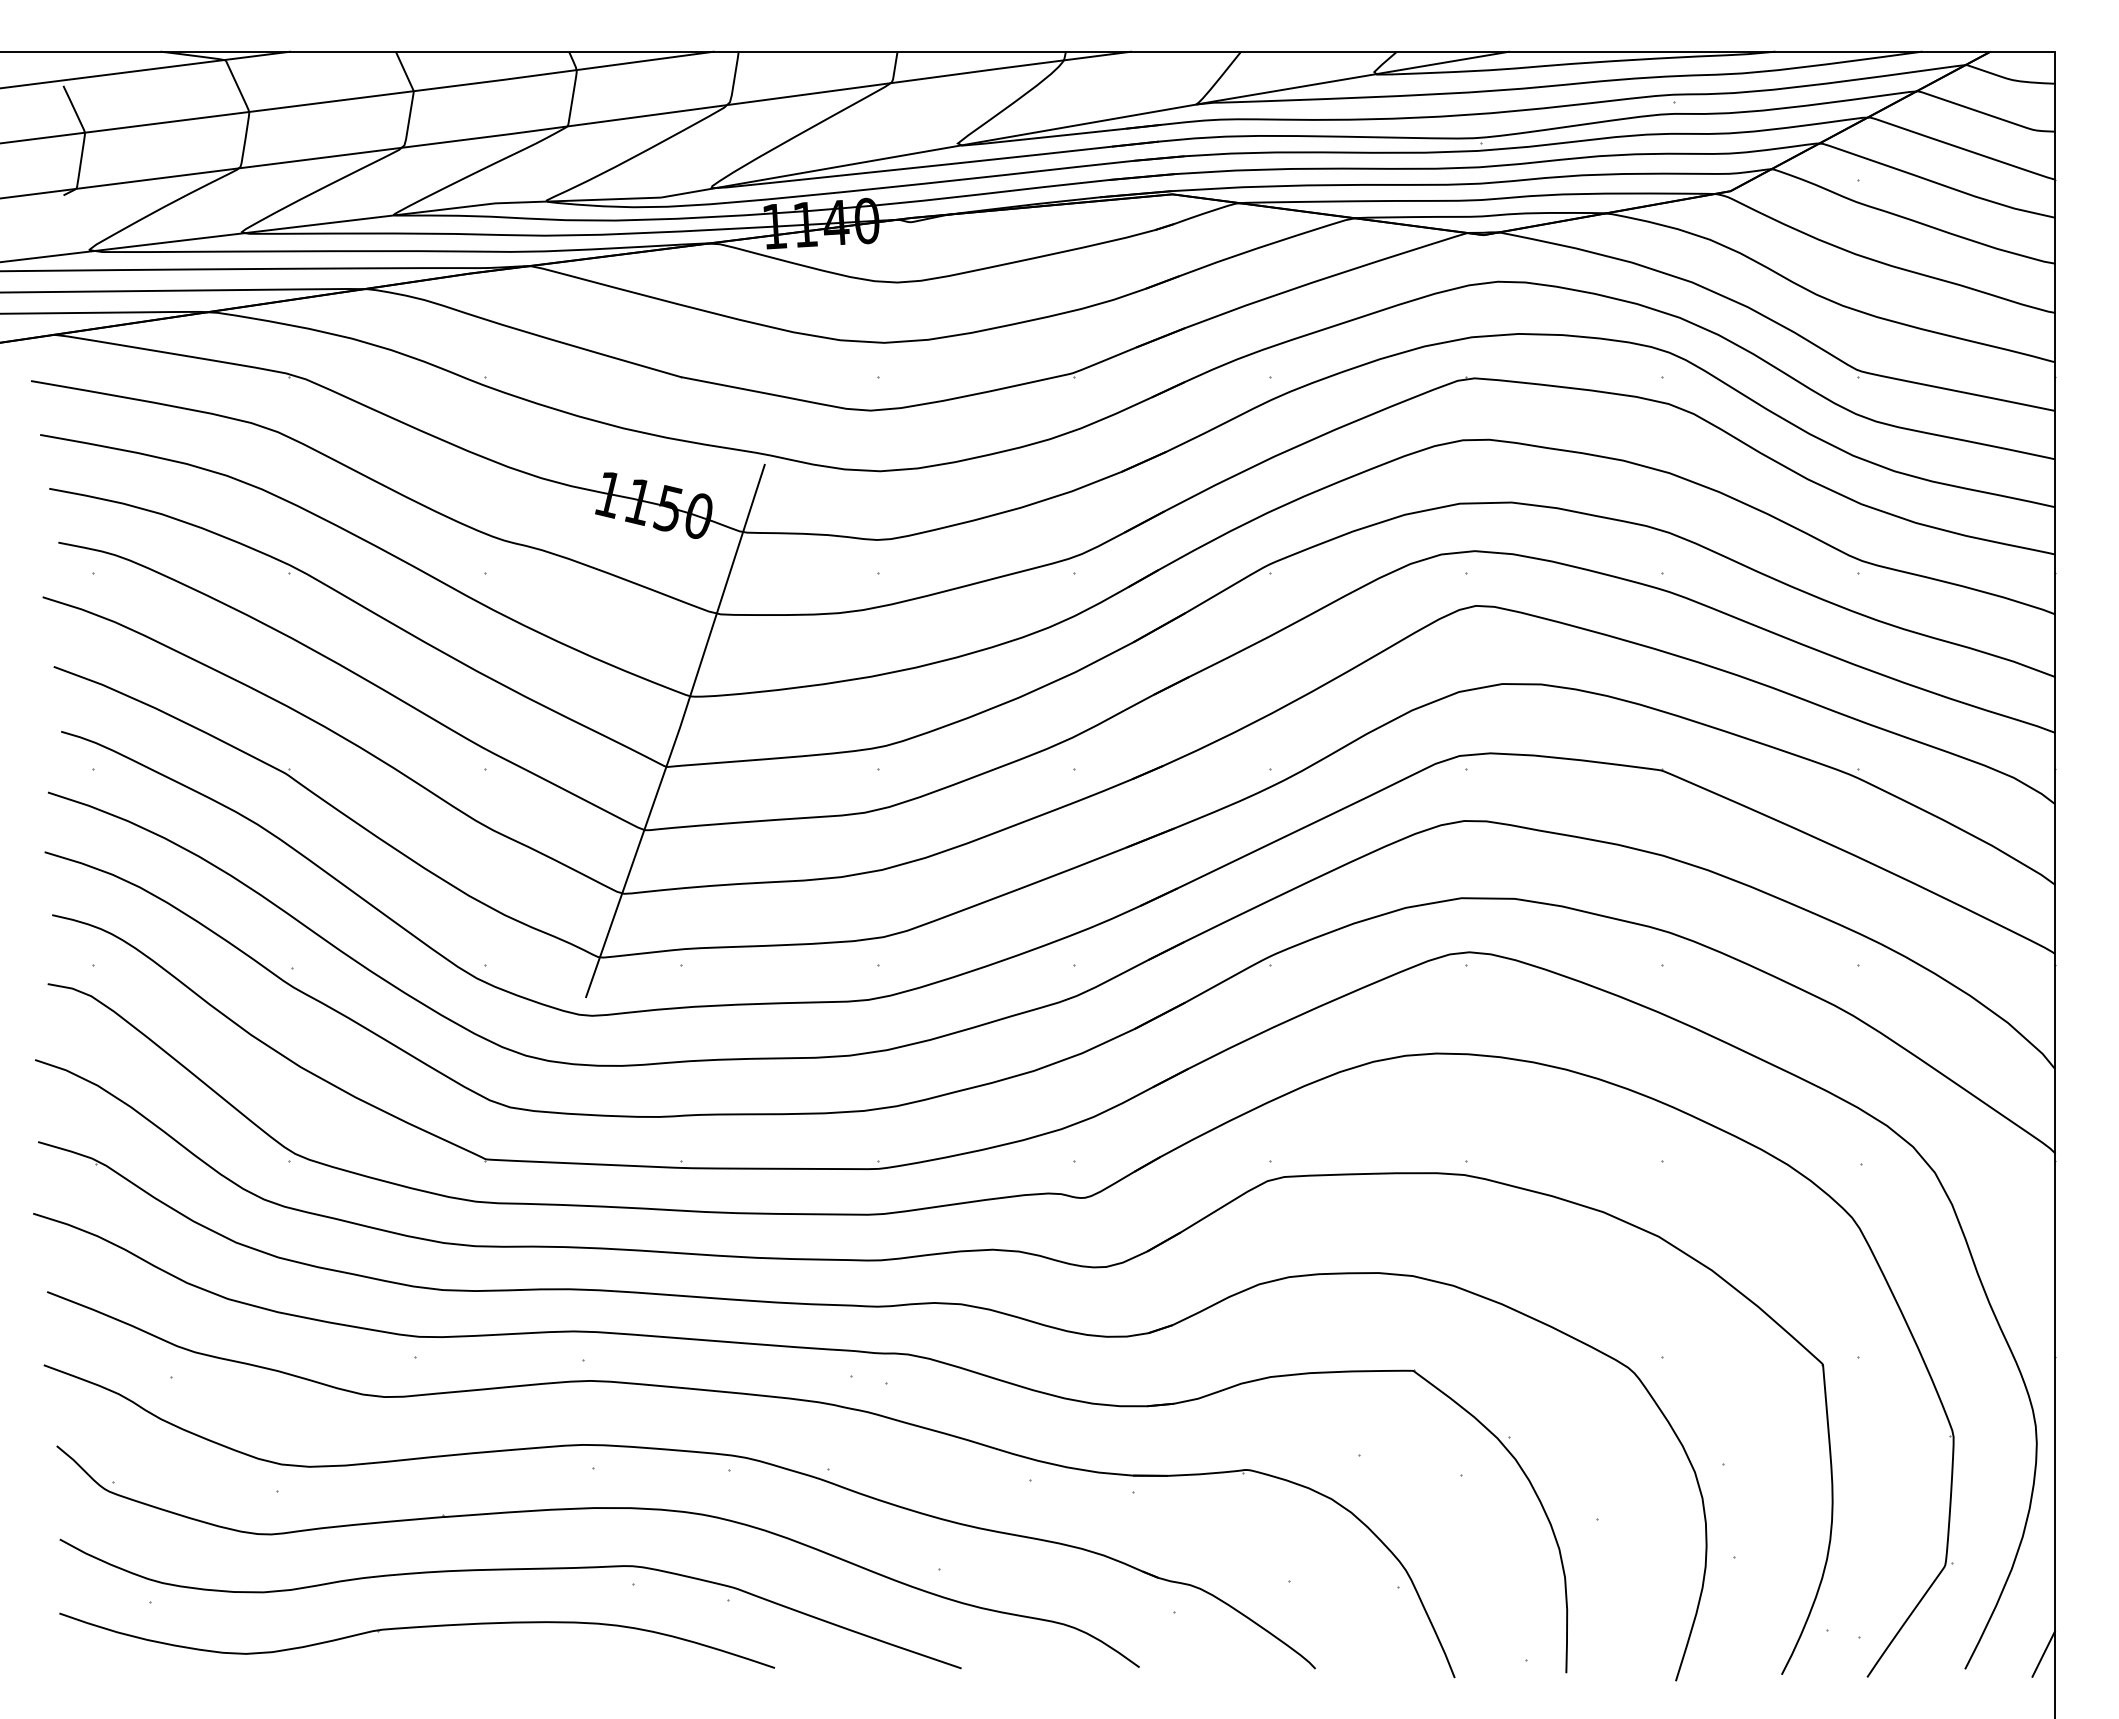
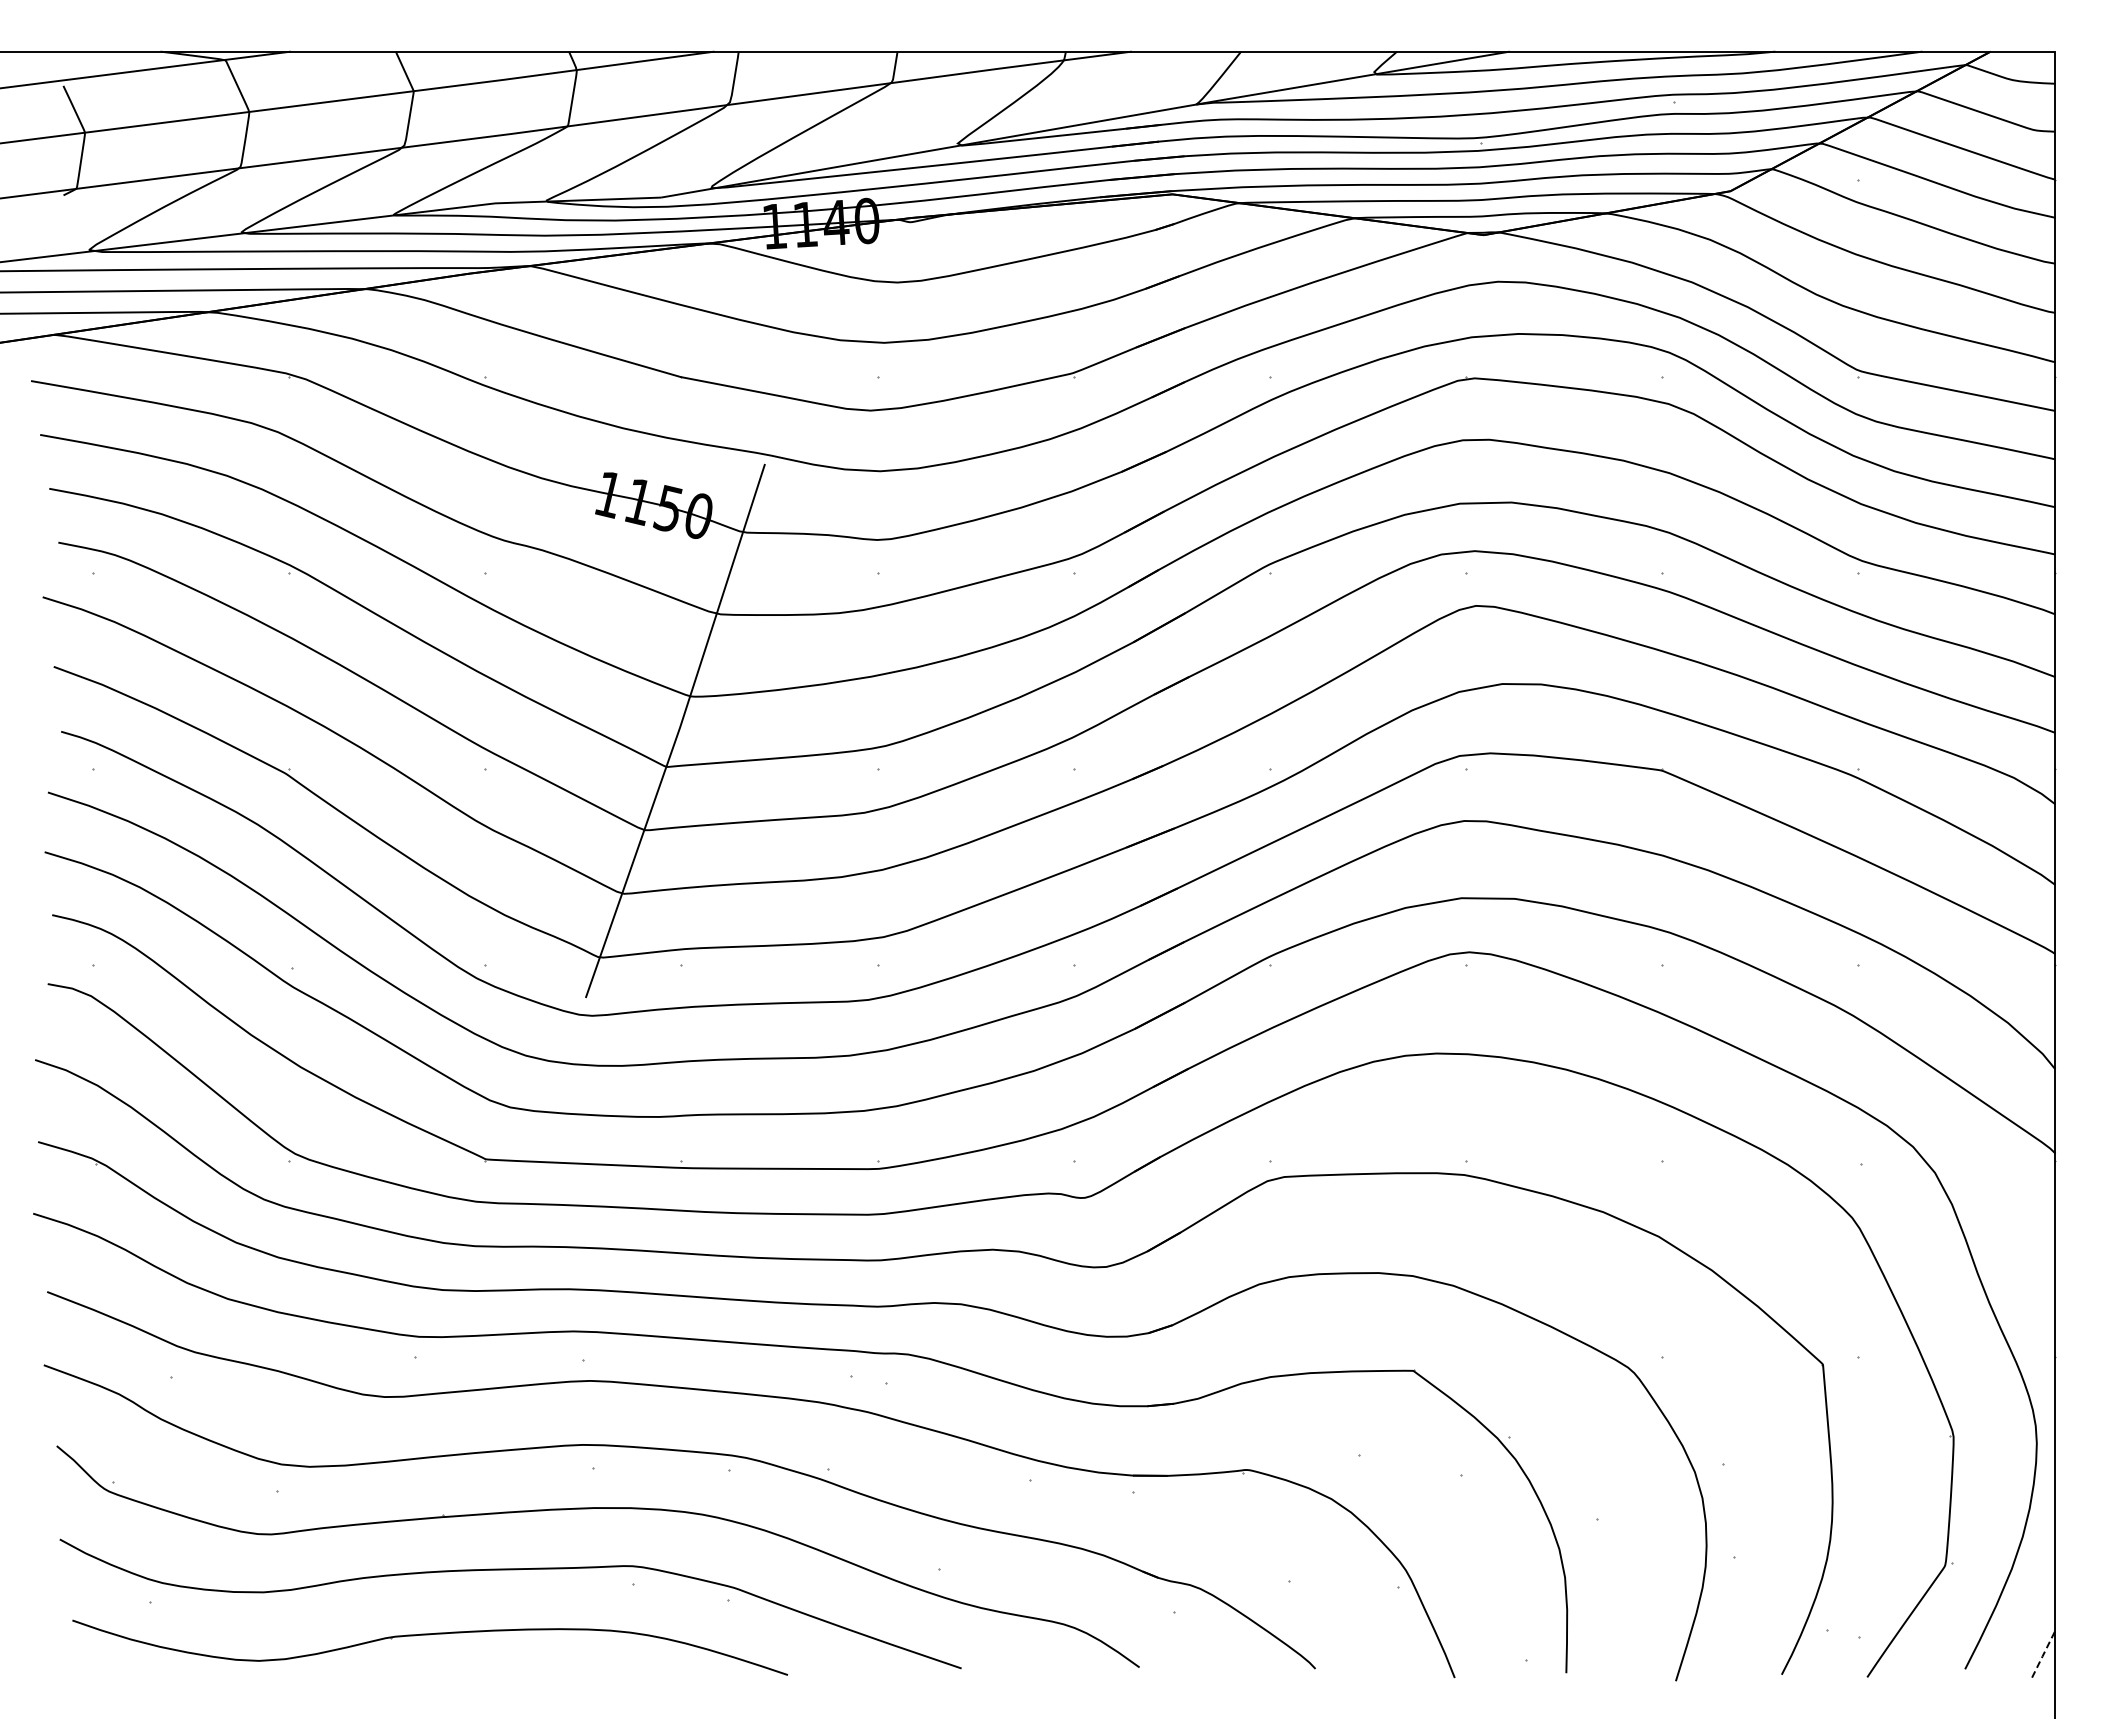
part at (416, 1628) position: (416, 1628) -> (429, 1635)
line at (2043, 1654): solid -> dashed
